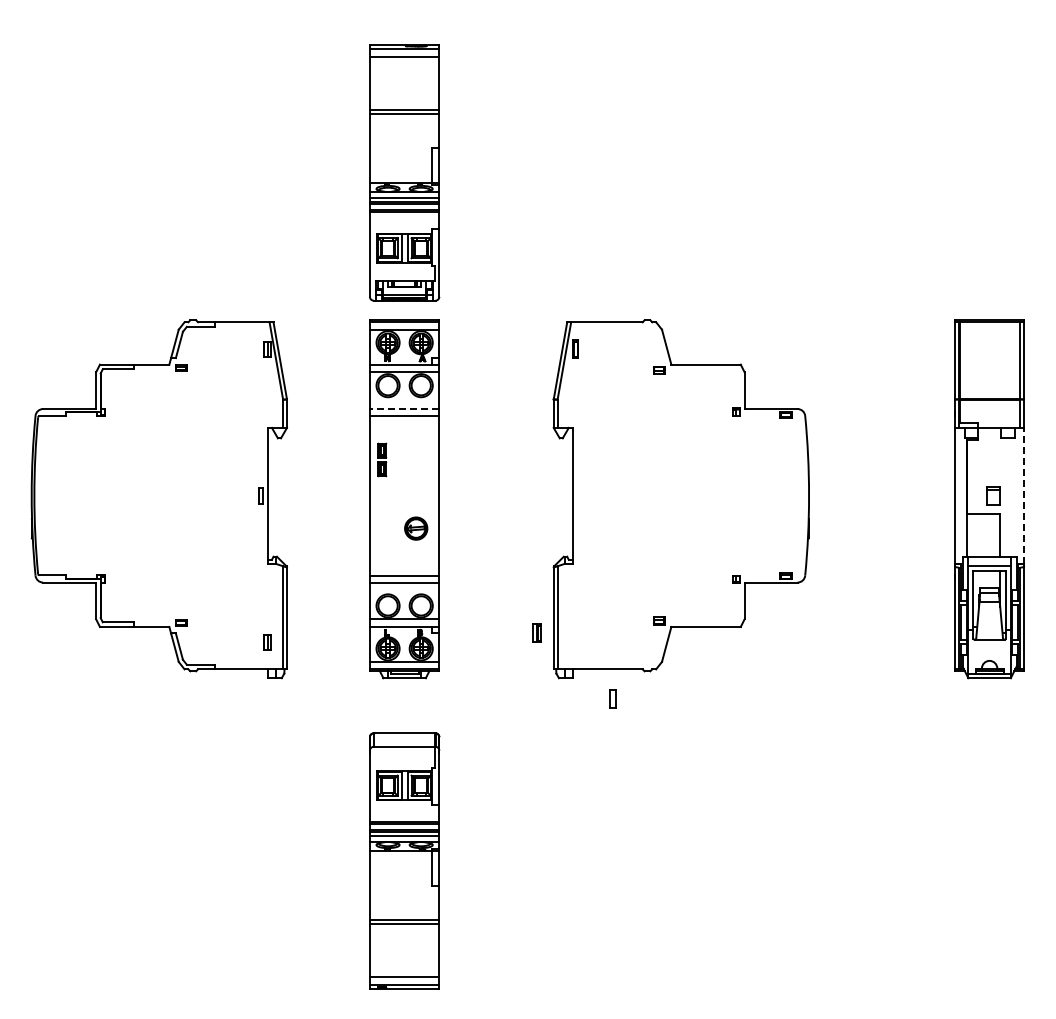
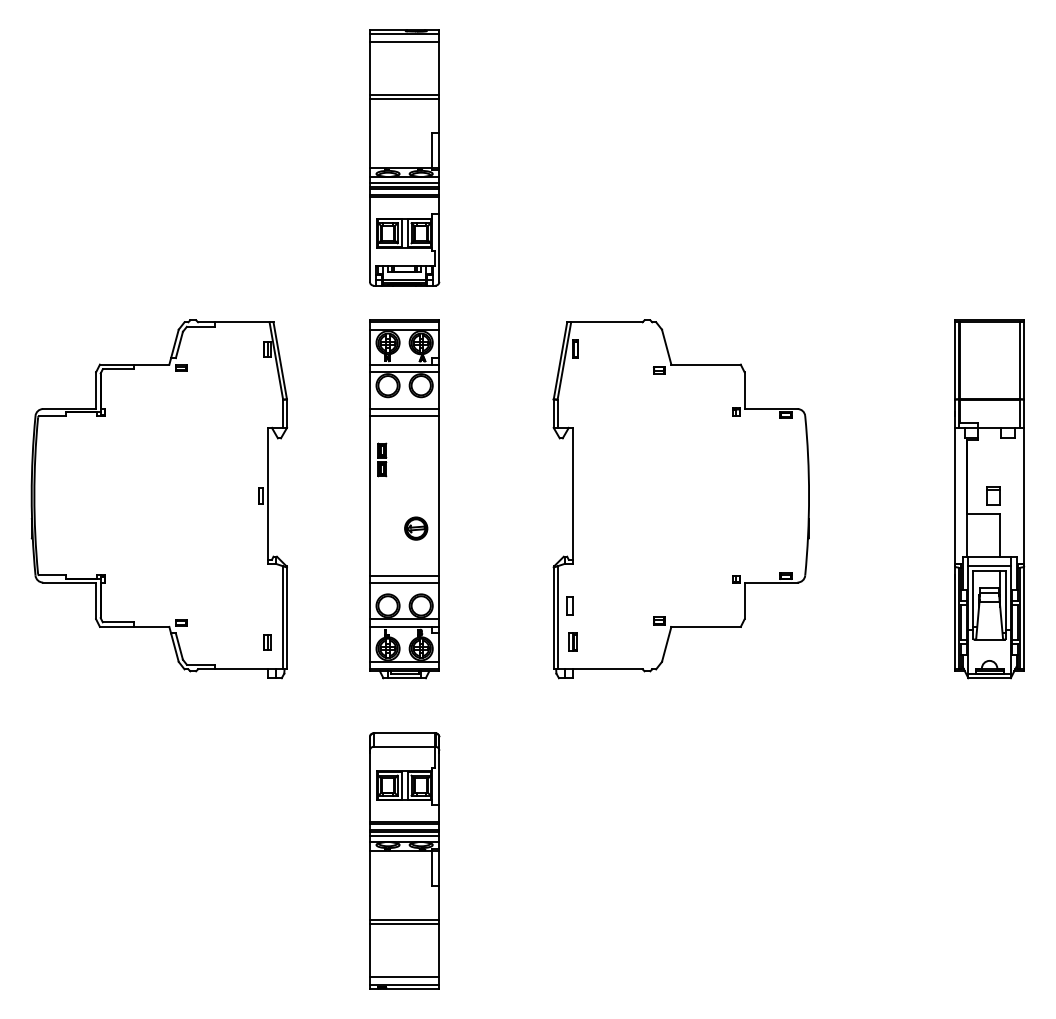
part at (404, 172) position: (404, 172) -> (404, 157)
line at (404, 409): dashed -> solid
line at (1024, 495): dashed -> solid
part at (536, 632) position: (536, 632) -> (572, 641)
part at (612, 698) position: (612, 698) -> (569, 605)
